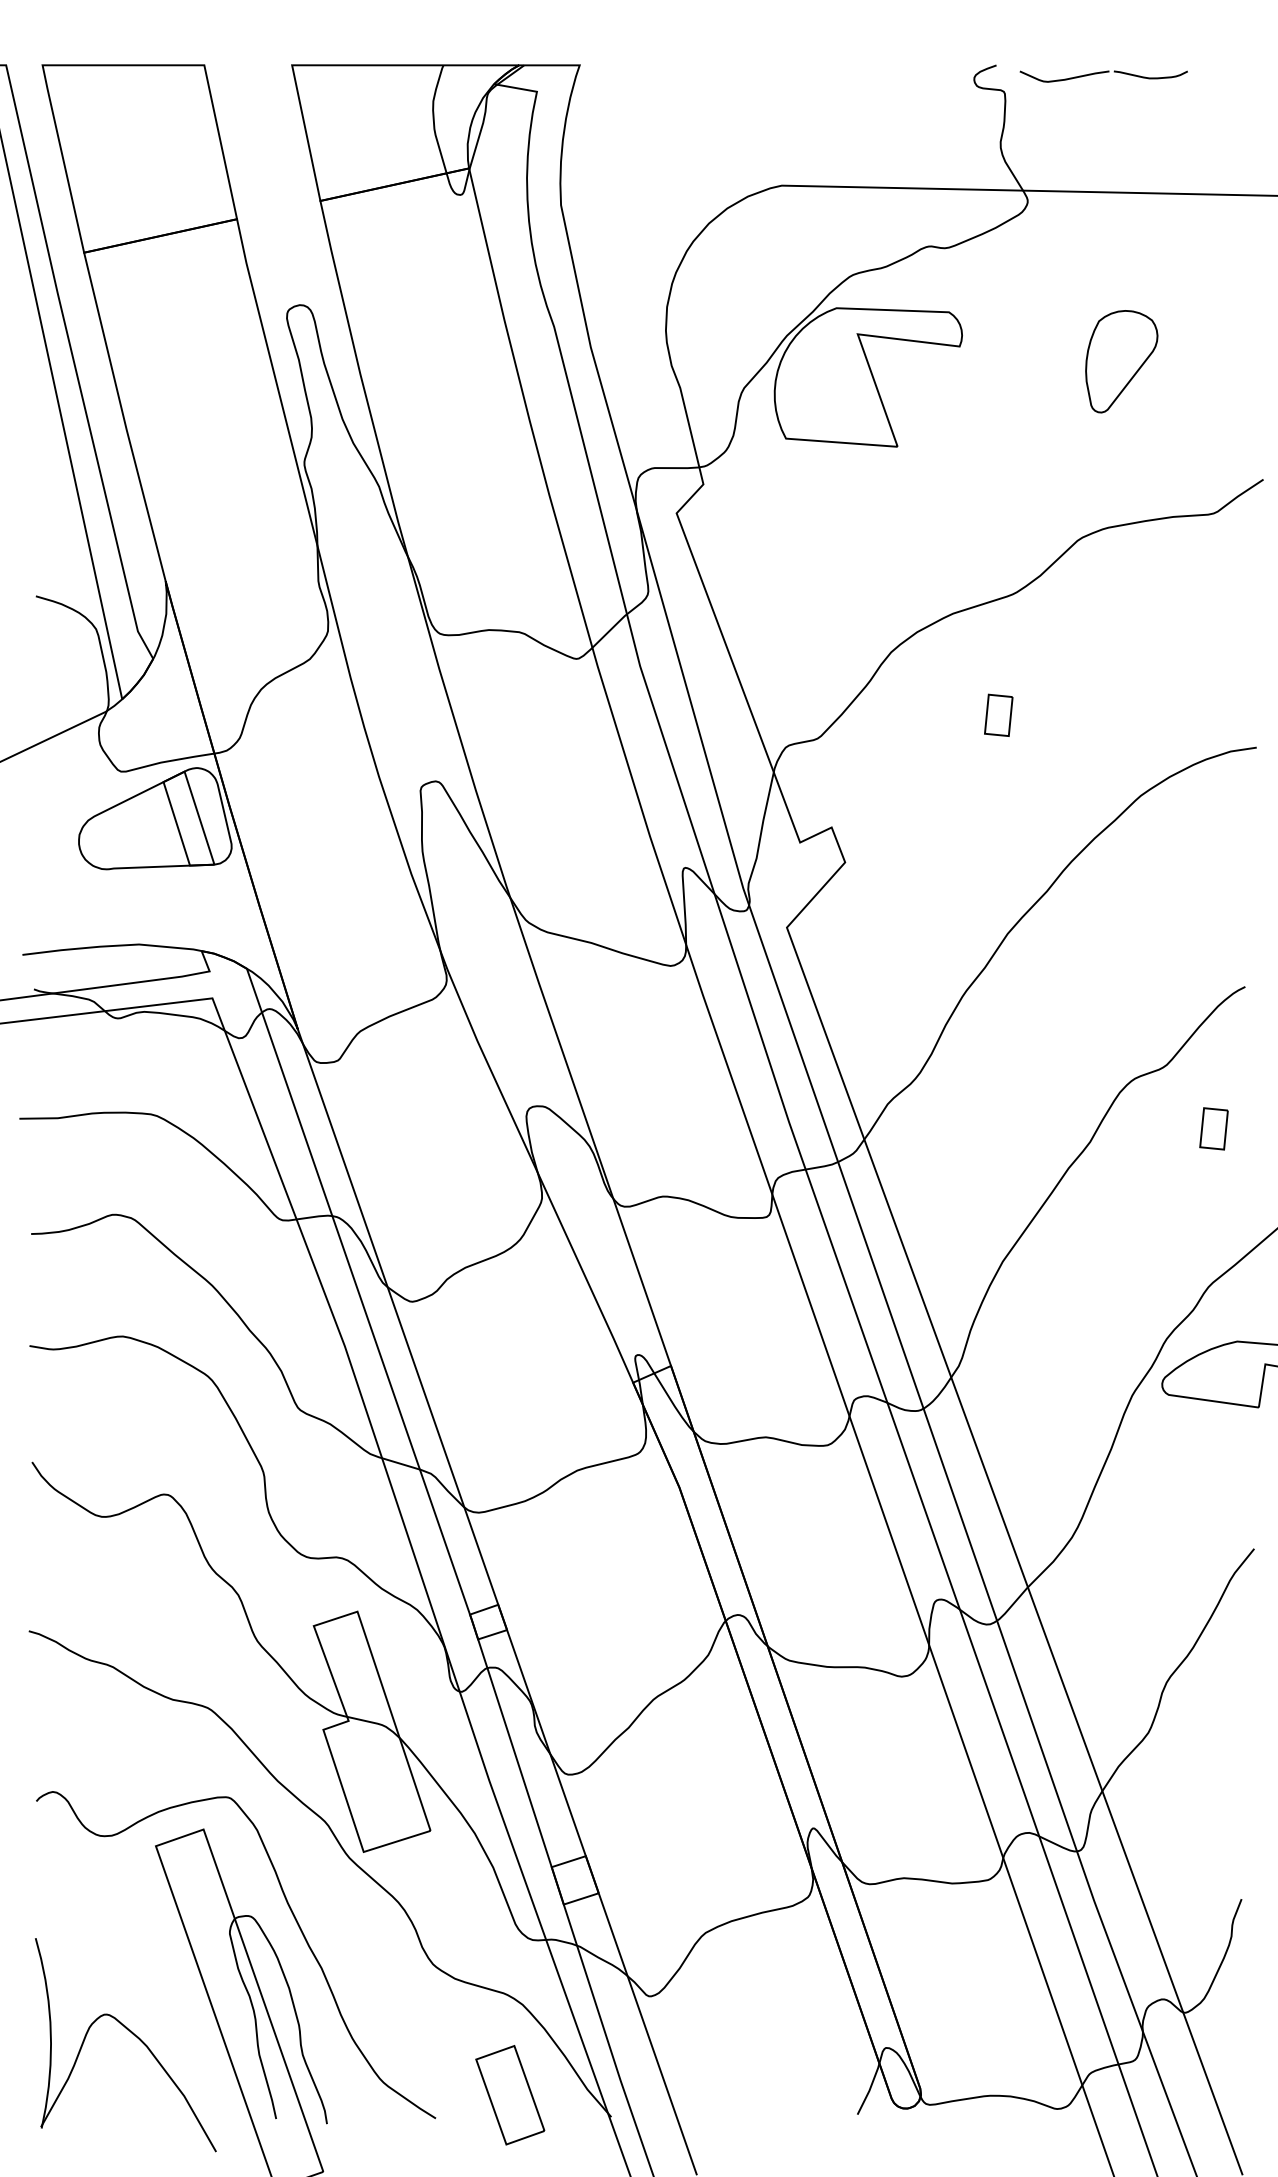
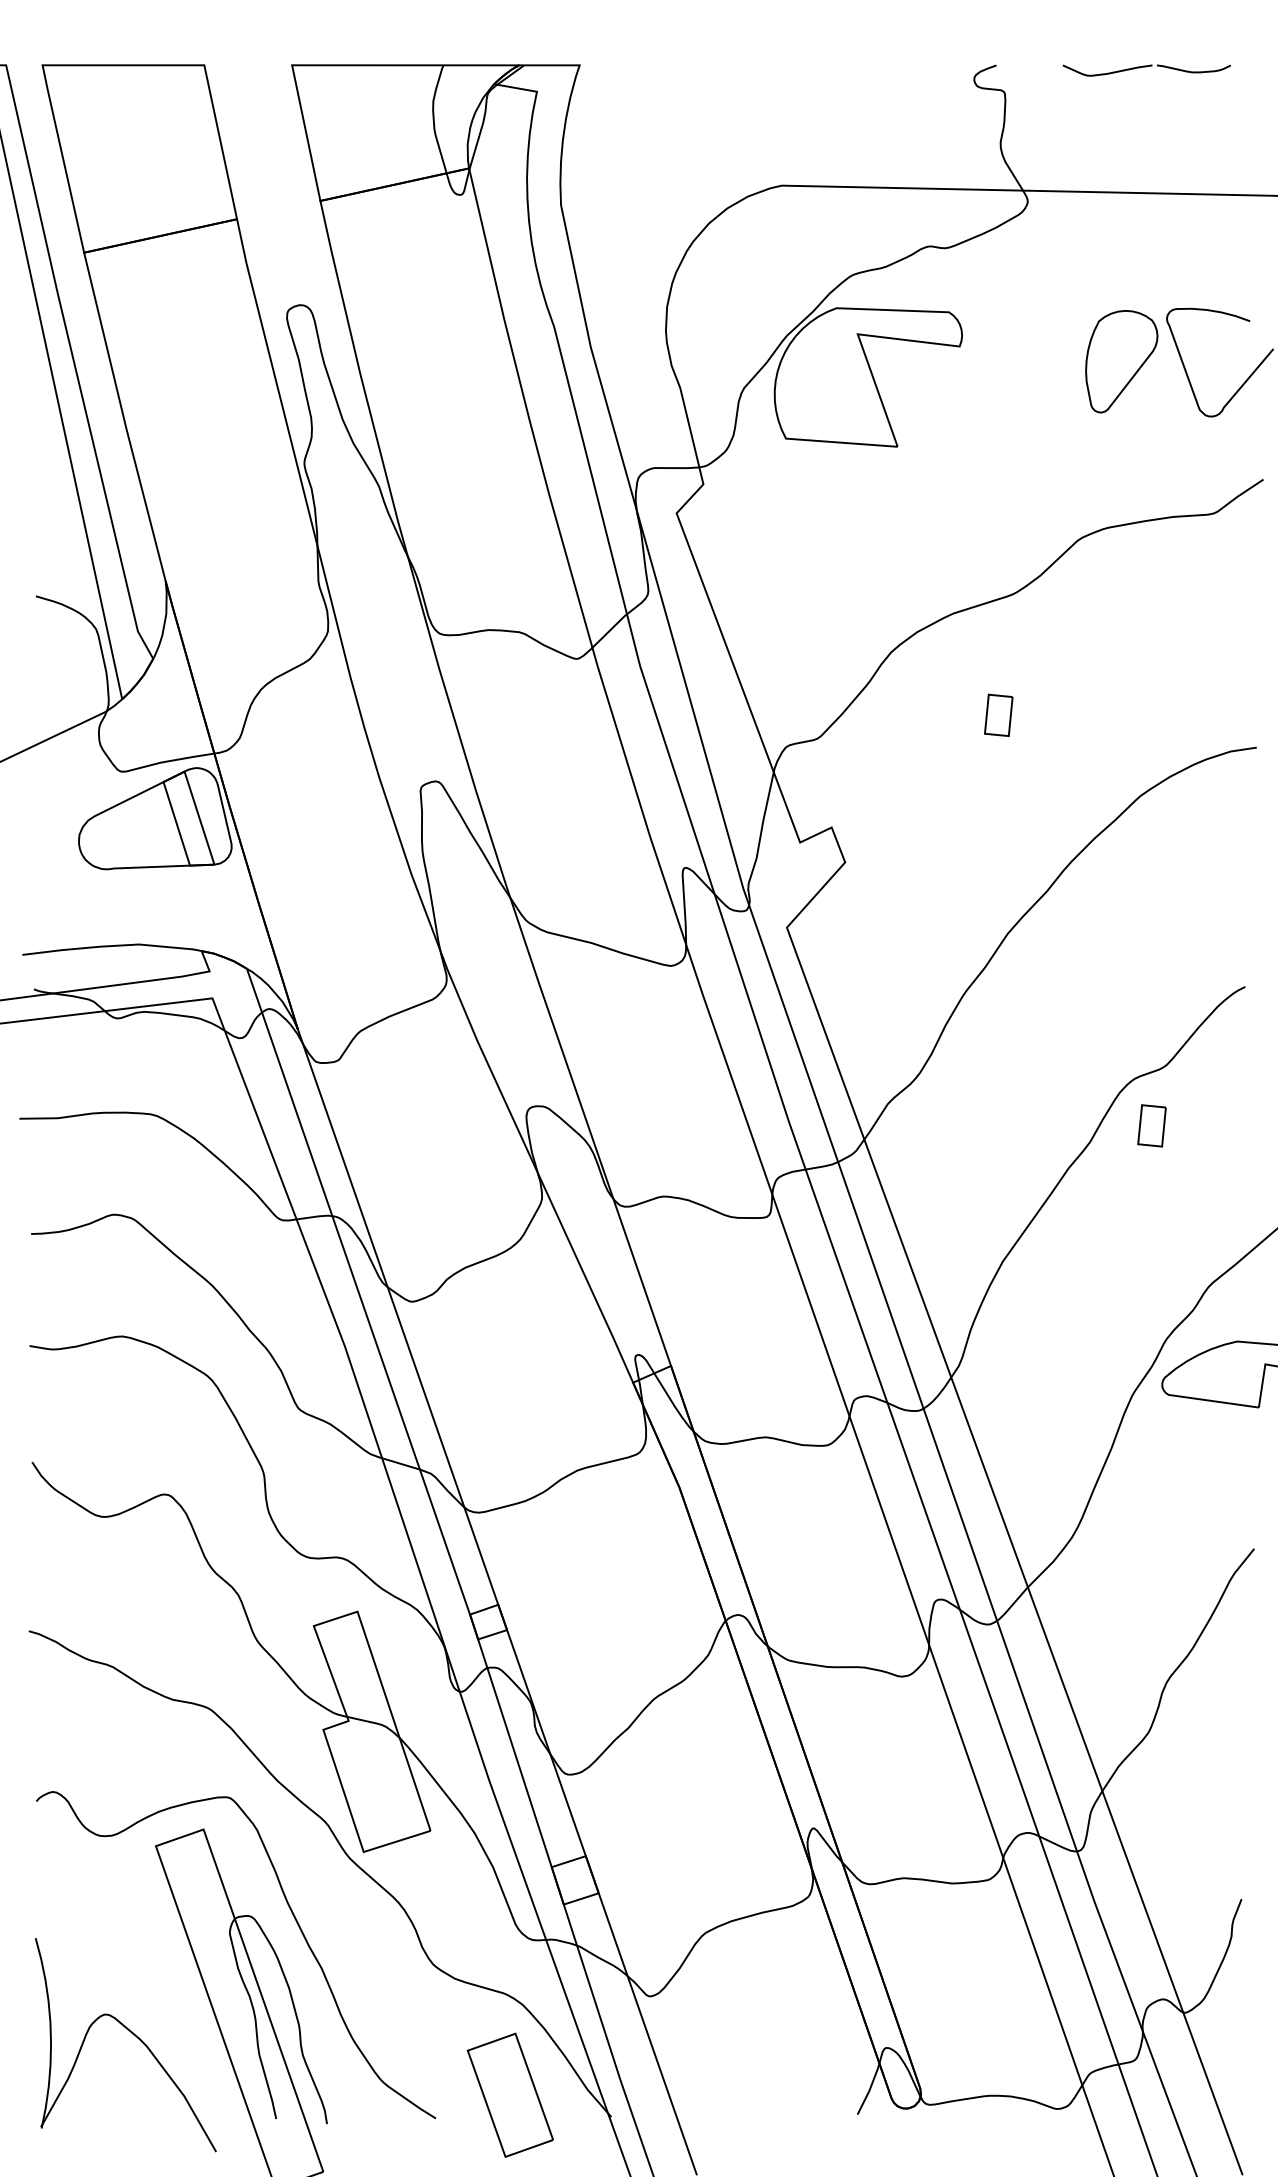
part at (1103, 76) position: (1103, 76) -> (1146, 70)
curve at (1243, 382): none -> present
part at (1213, 1128) position: (1213, 1128) -> (1151, 1125)
part at (510, 2095) size: 71x101 px -> 88x126 px
